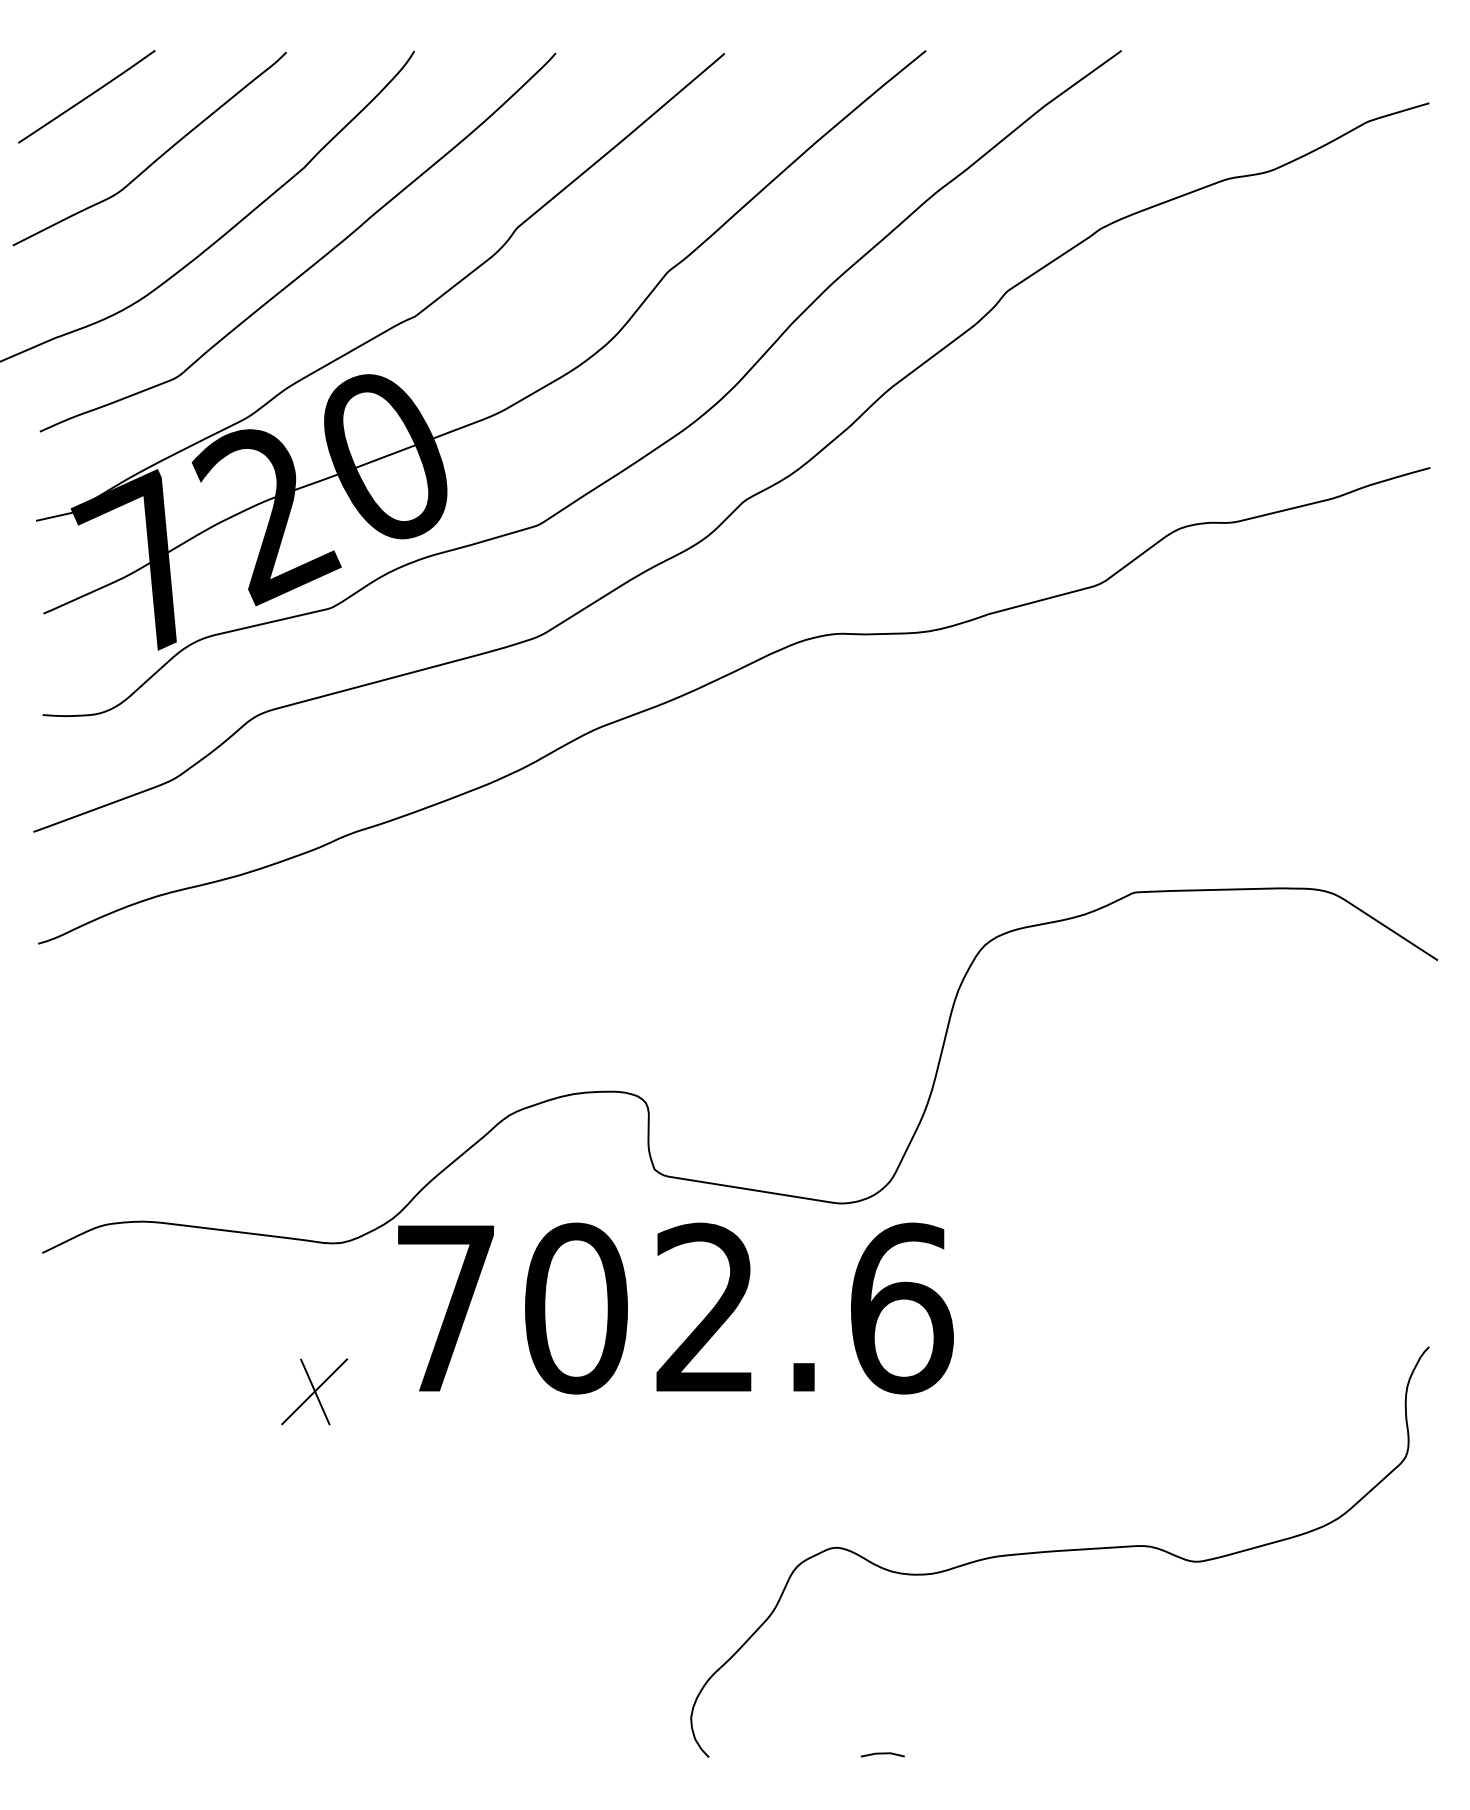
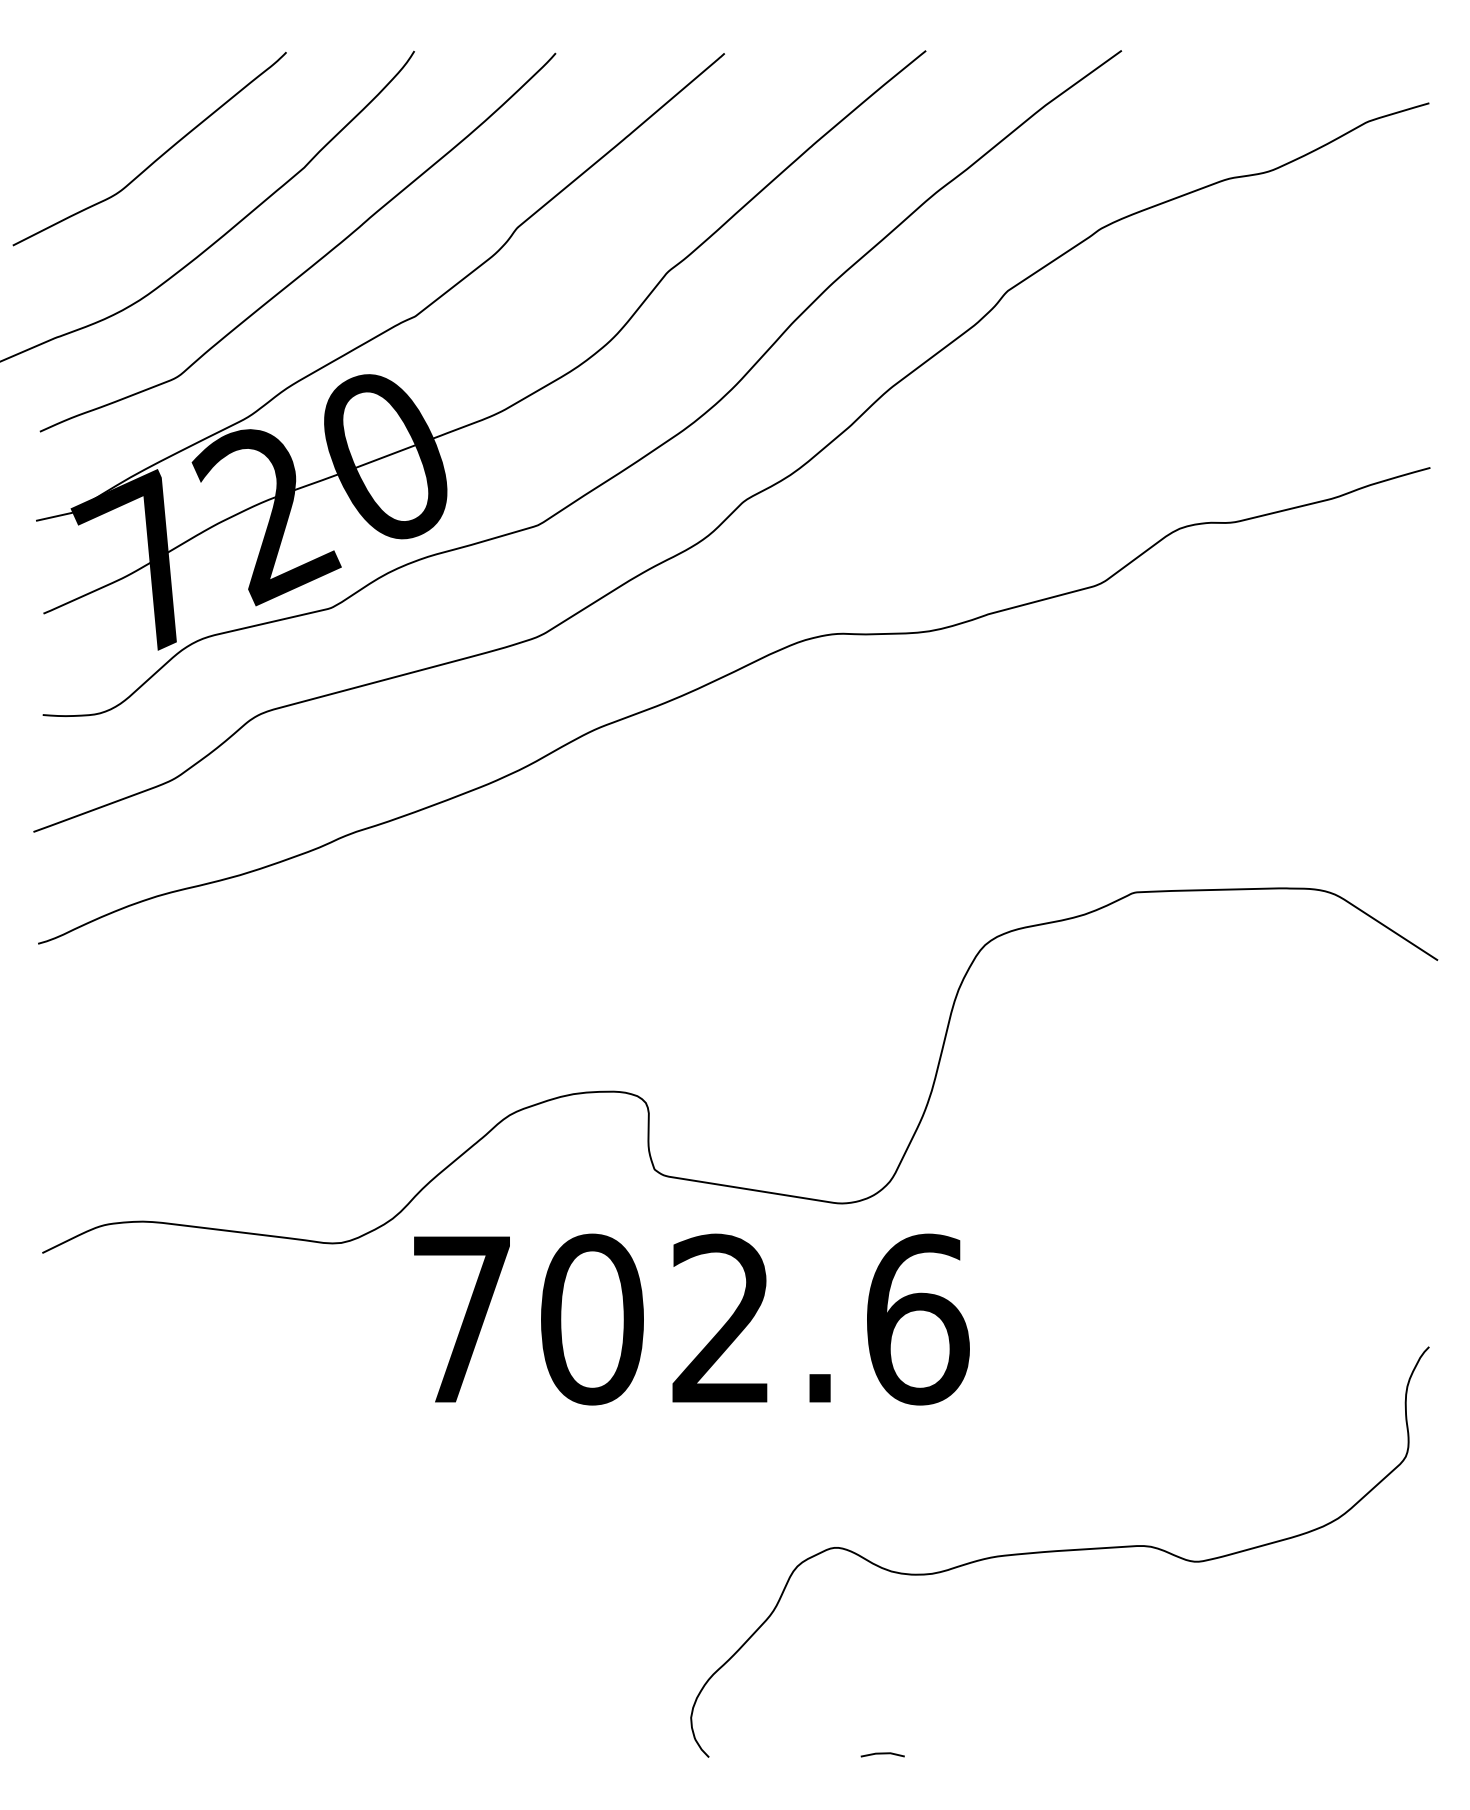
line at (86, 96): present -> none
text at (675, 1308) position: (675, 1308) -> (691, 1319)
part at (314, 1391): present -> none
